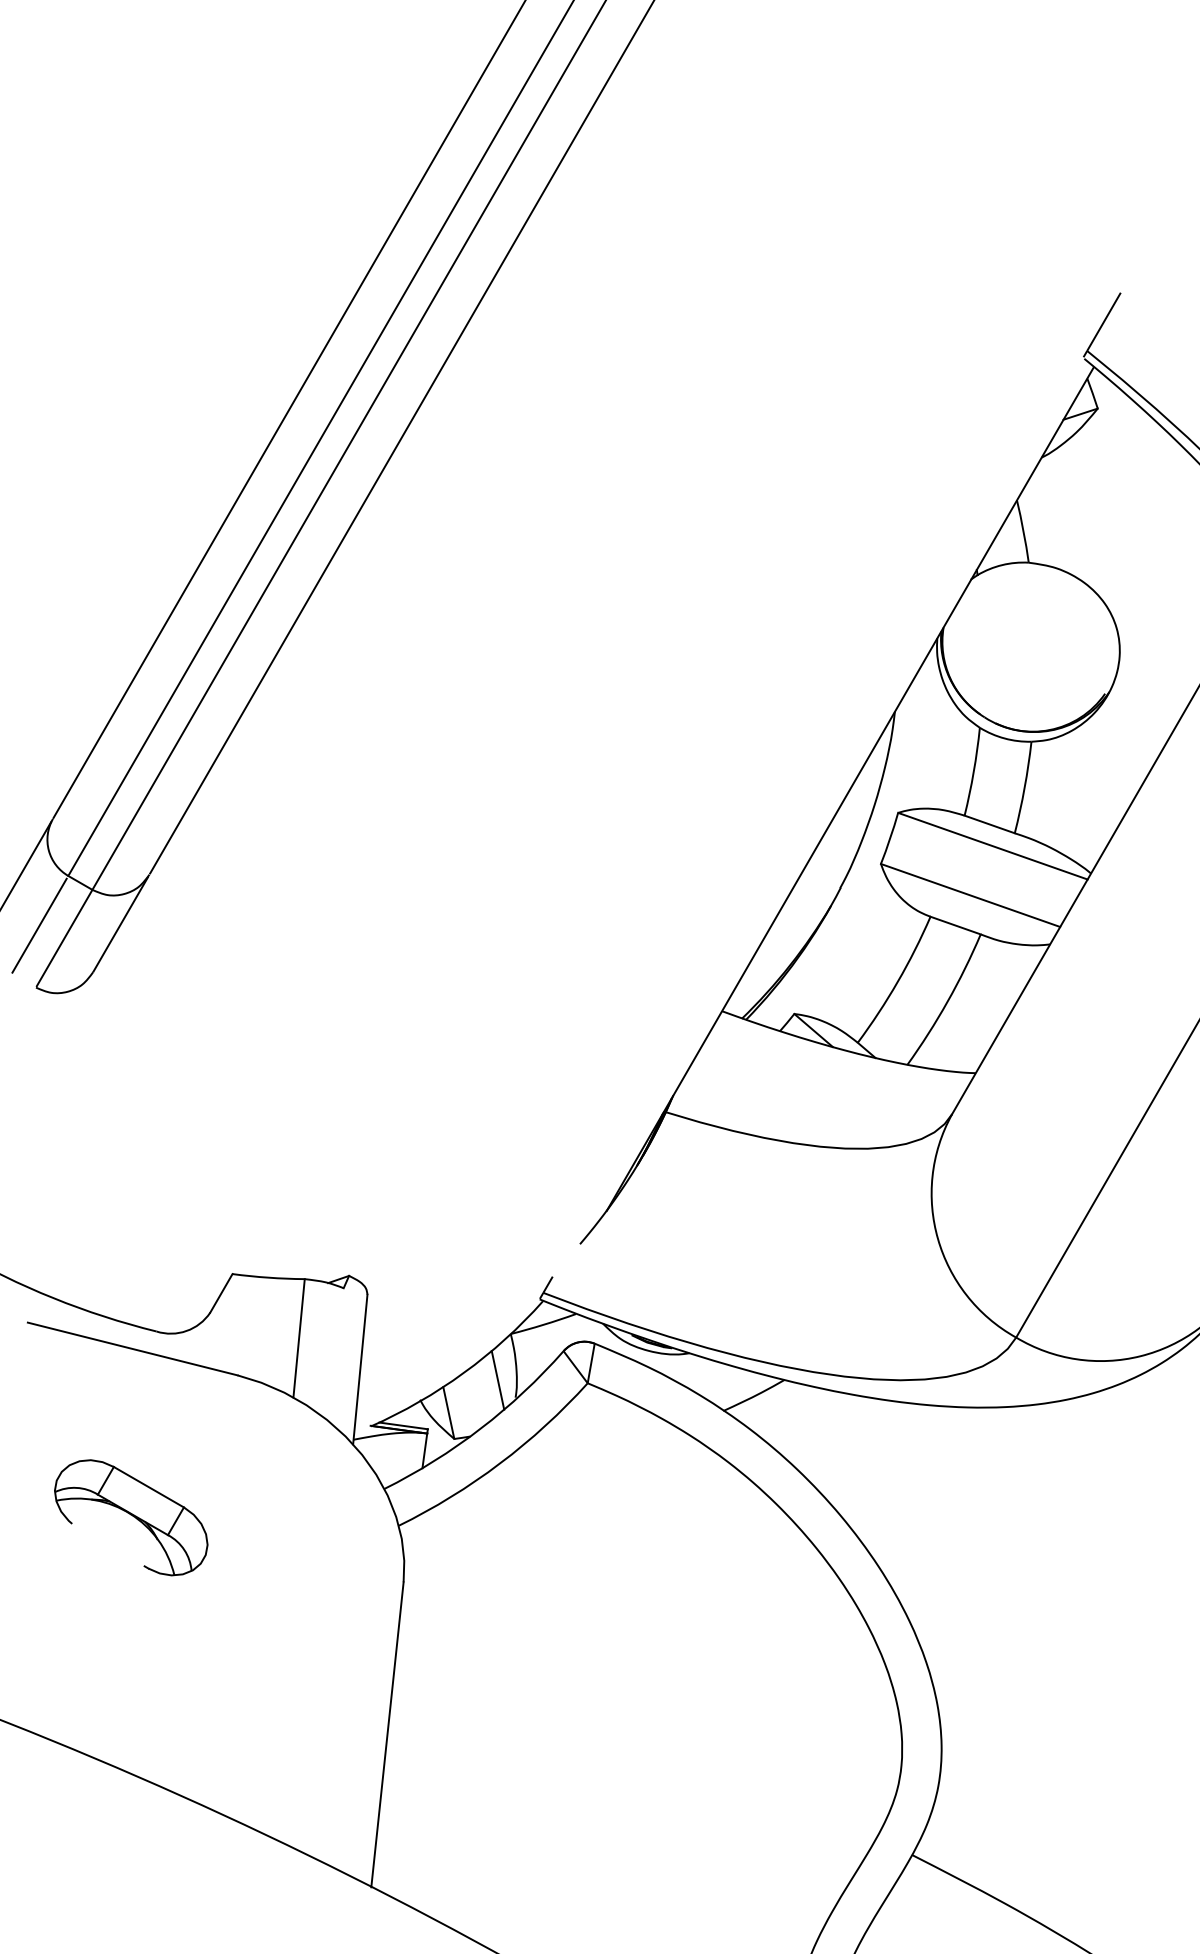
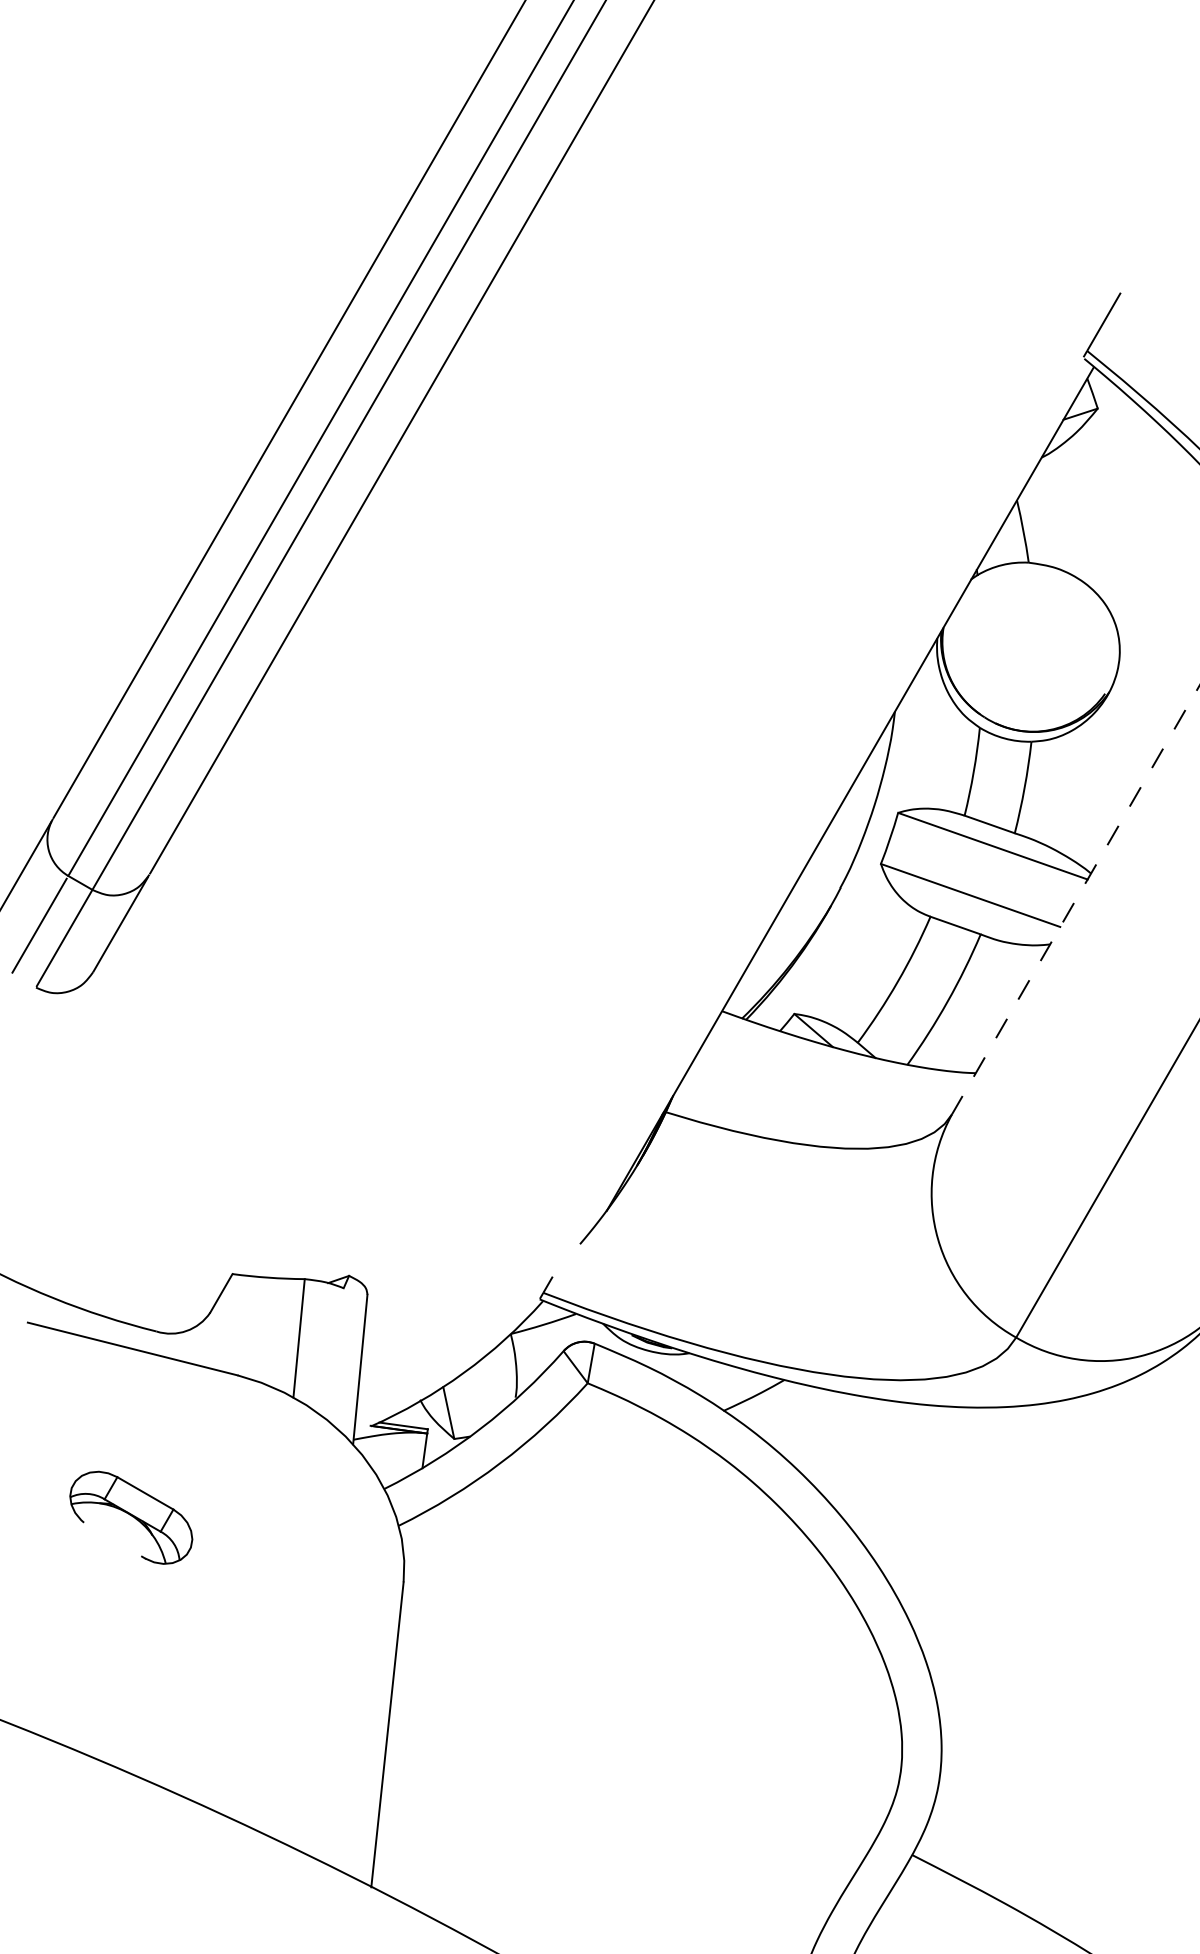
line at (1075, 900): solid -> dashed
line at (497, 1380): present -> none
part at (131, 1517) size: 155x118 px -> 125x95 px
